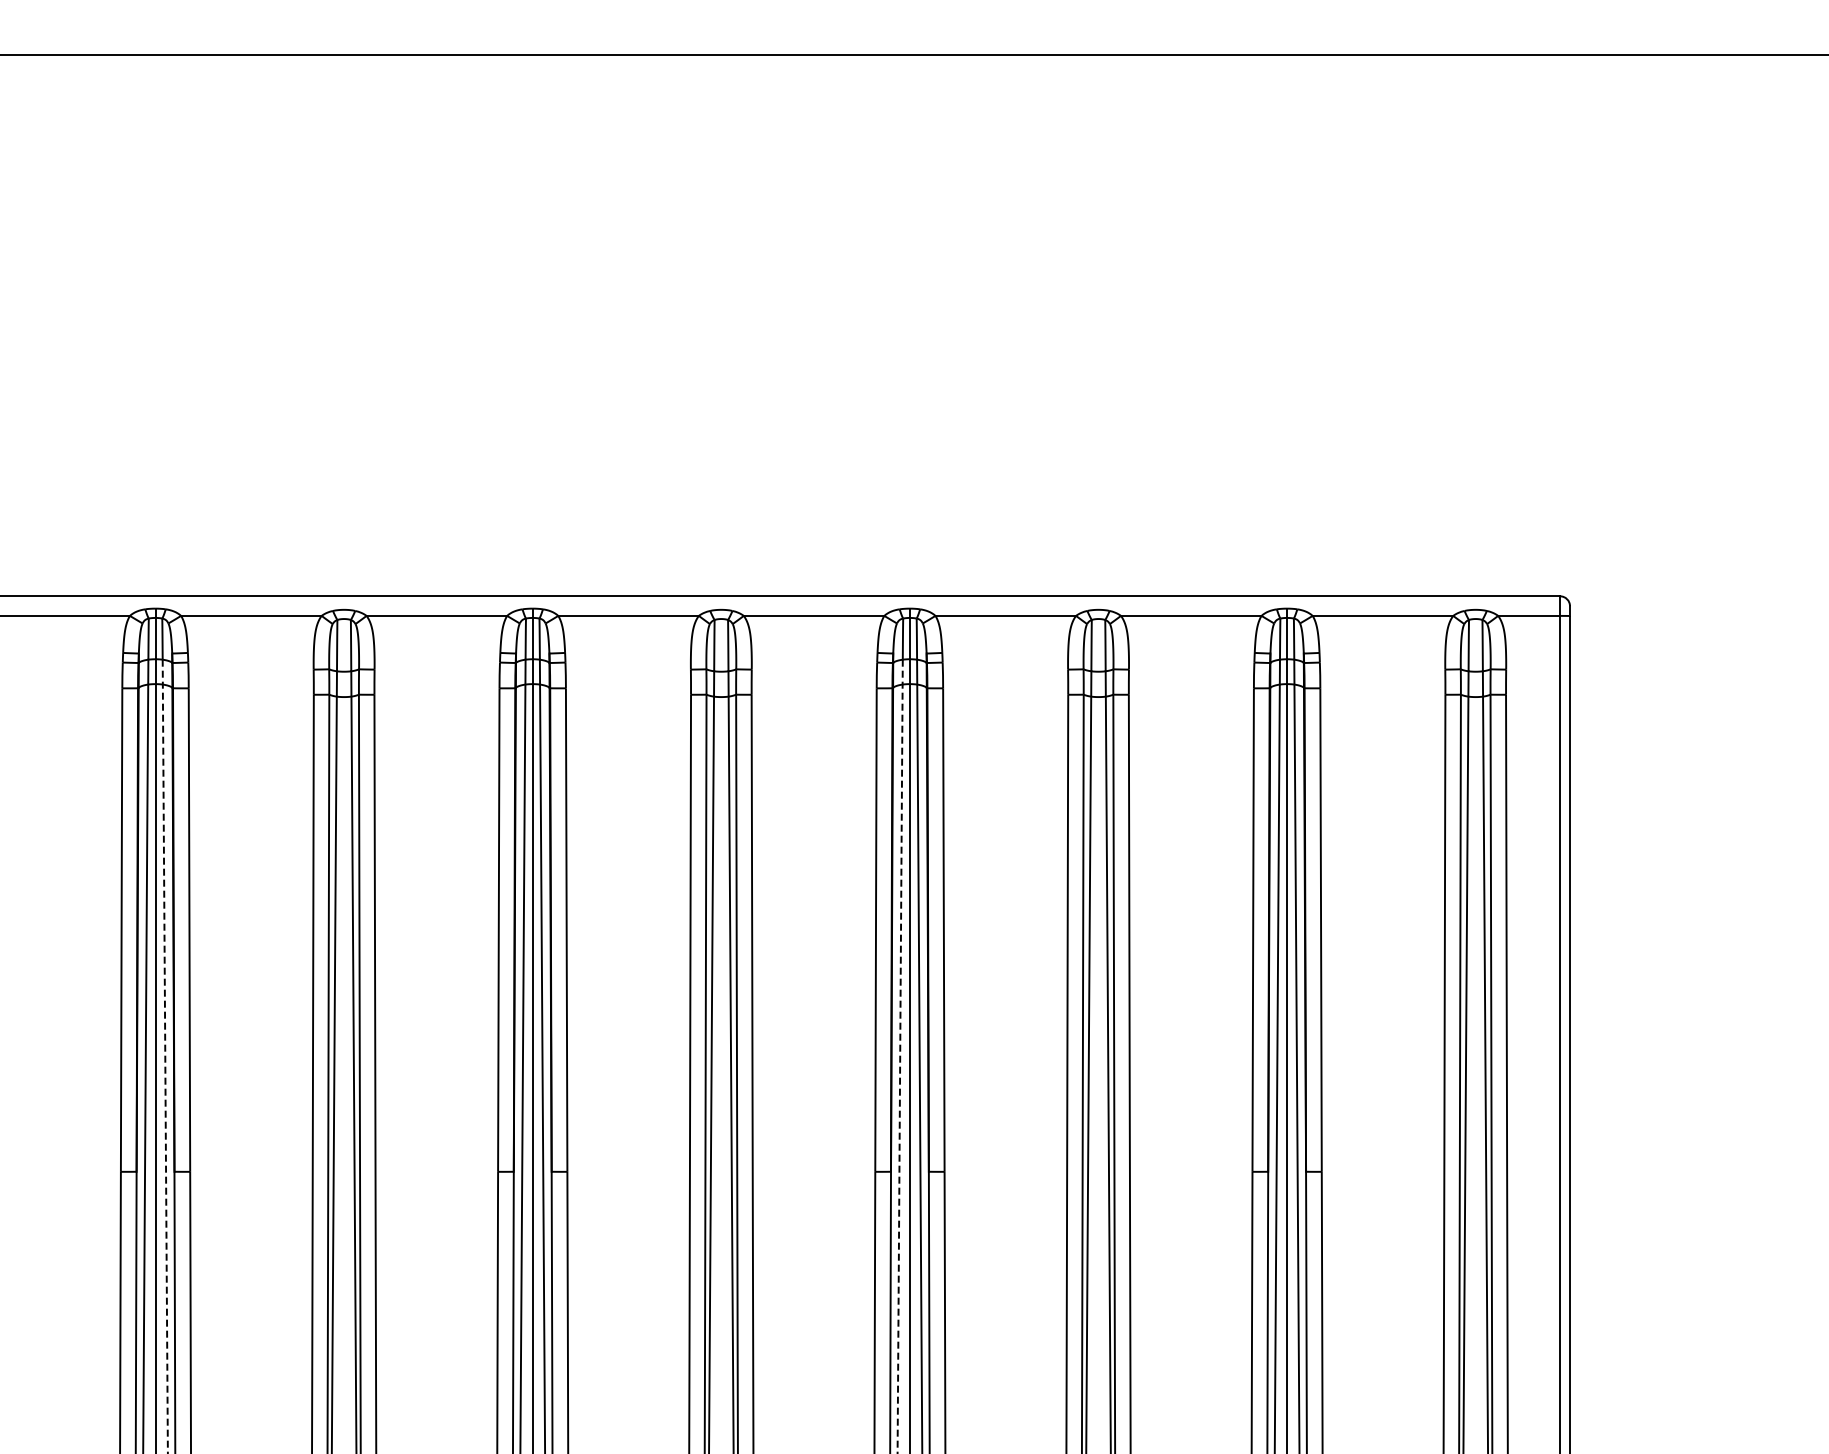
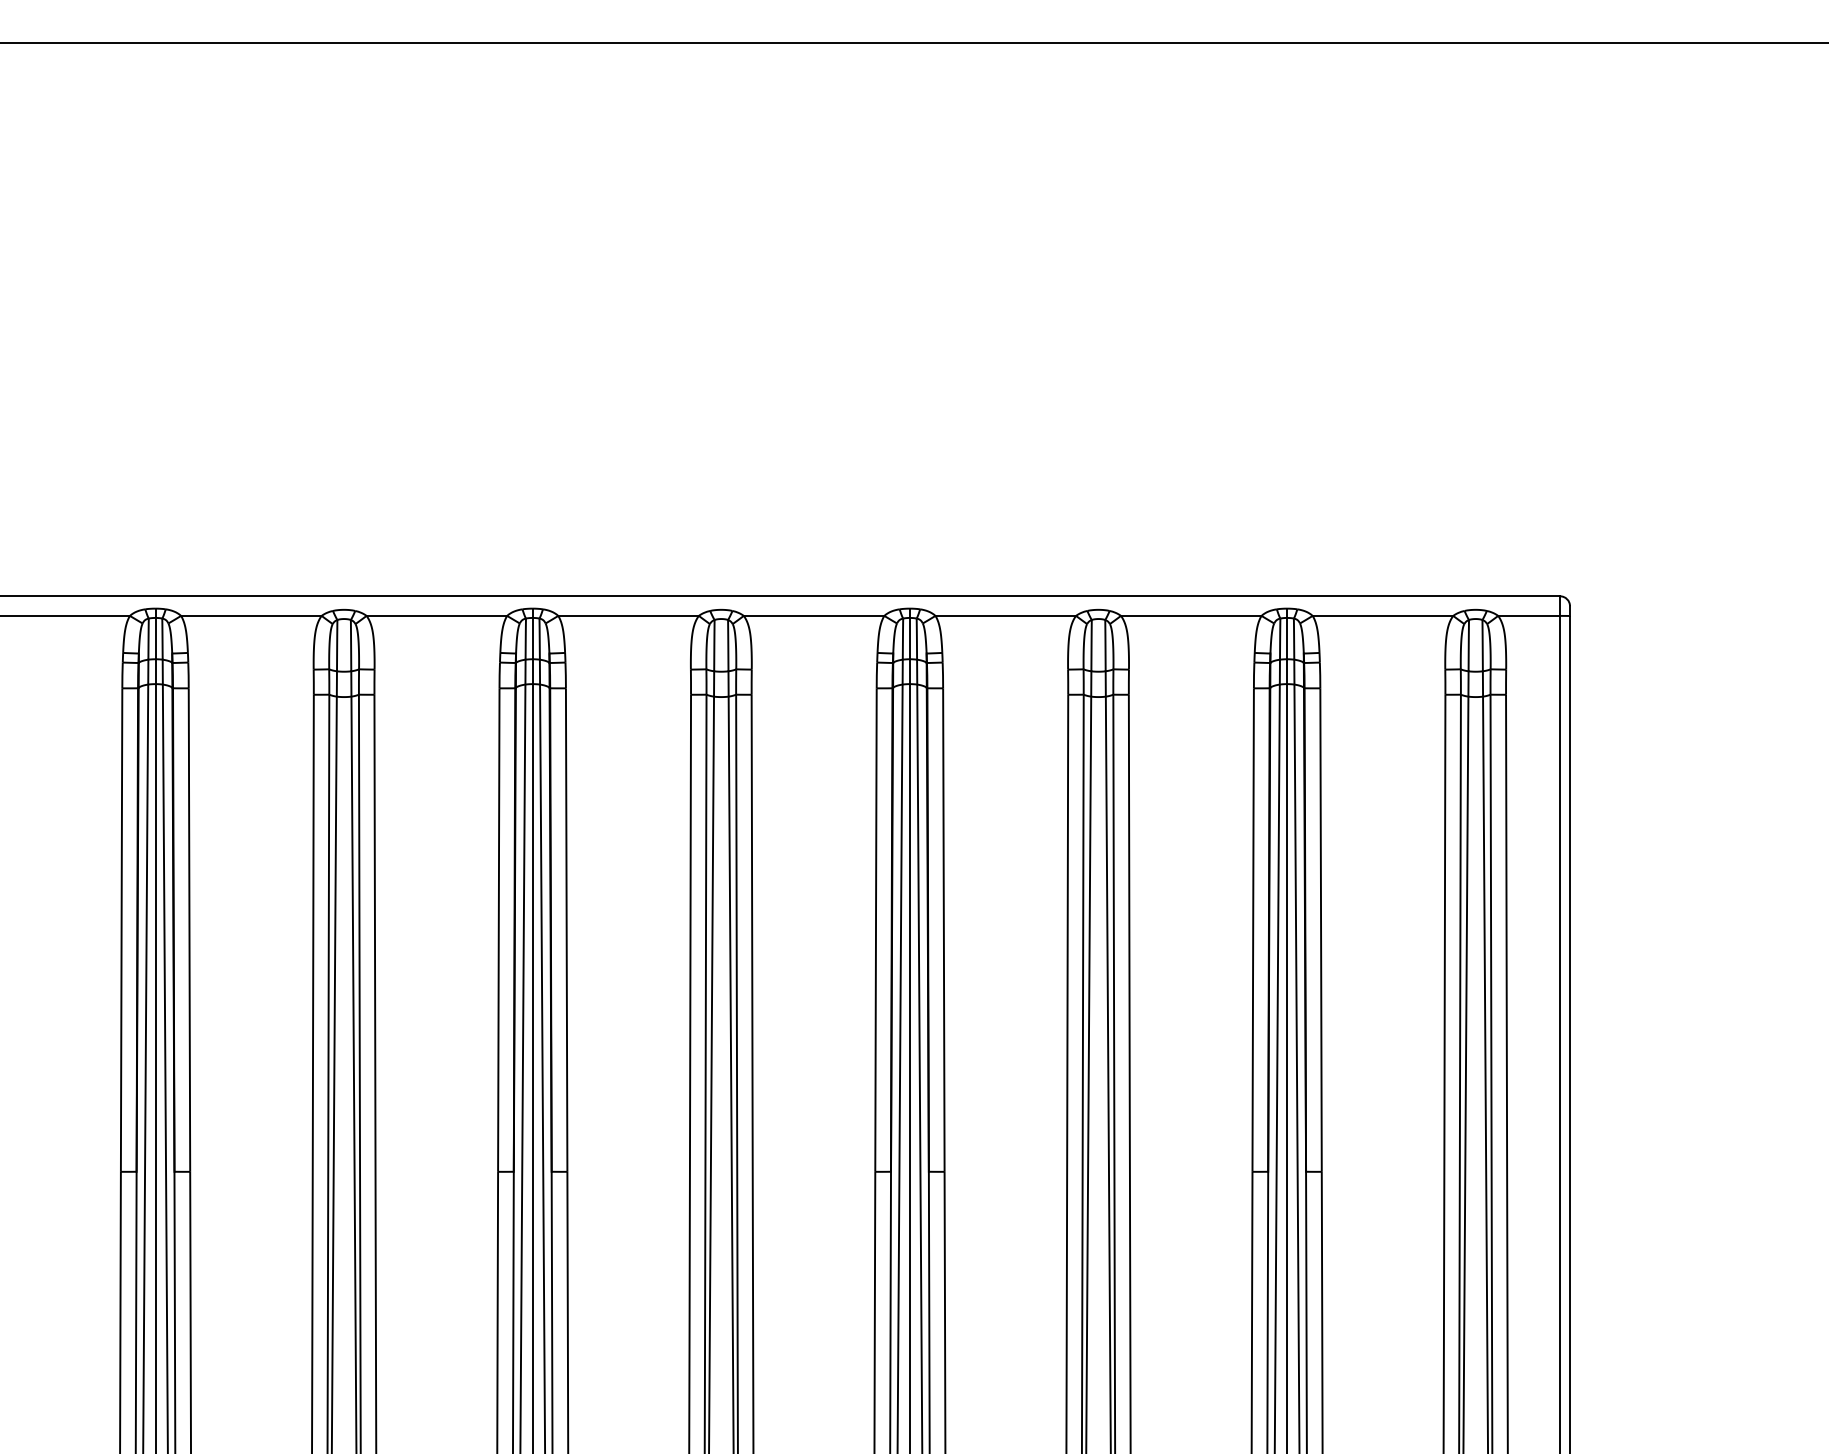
line at (913, 55) position: (913, 55) -> (913, 43)
line at (165, 1056): dashed -> solid
line at (900, 1056): dashed -> solid
